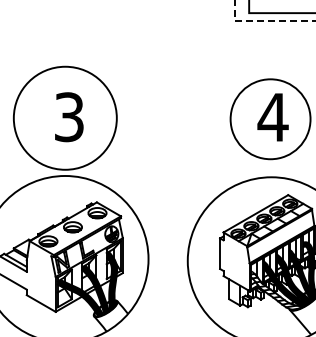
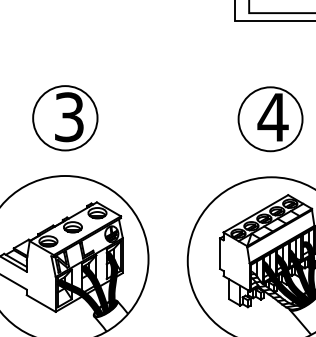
line at (263, 21): dashed -> solid
circle at (64, 117) diameter: 103 px -> 64 px
circle at (270, 119) diameter: 80 px -> 64 px
